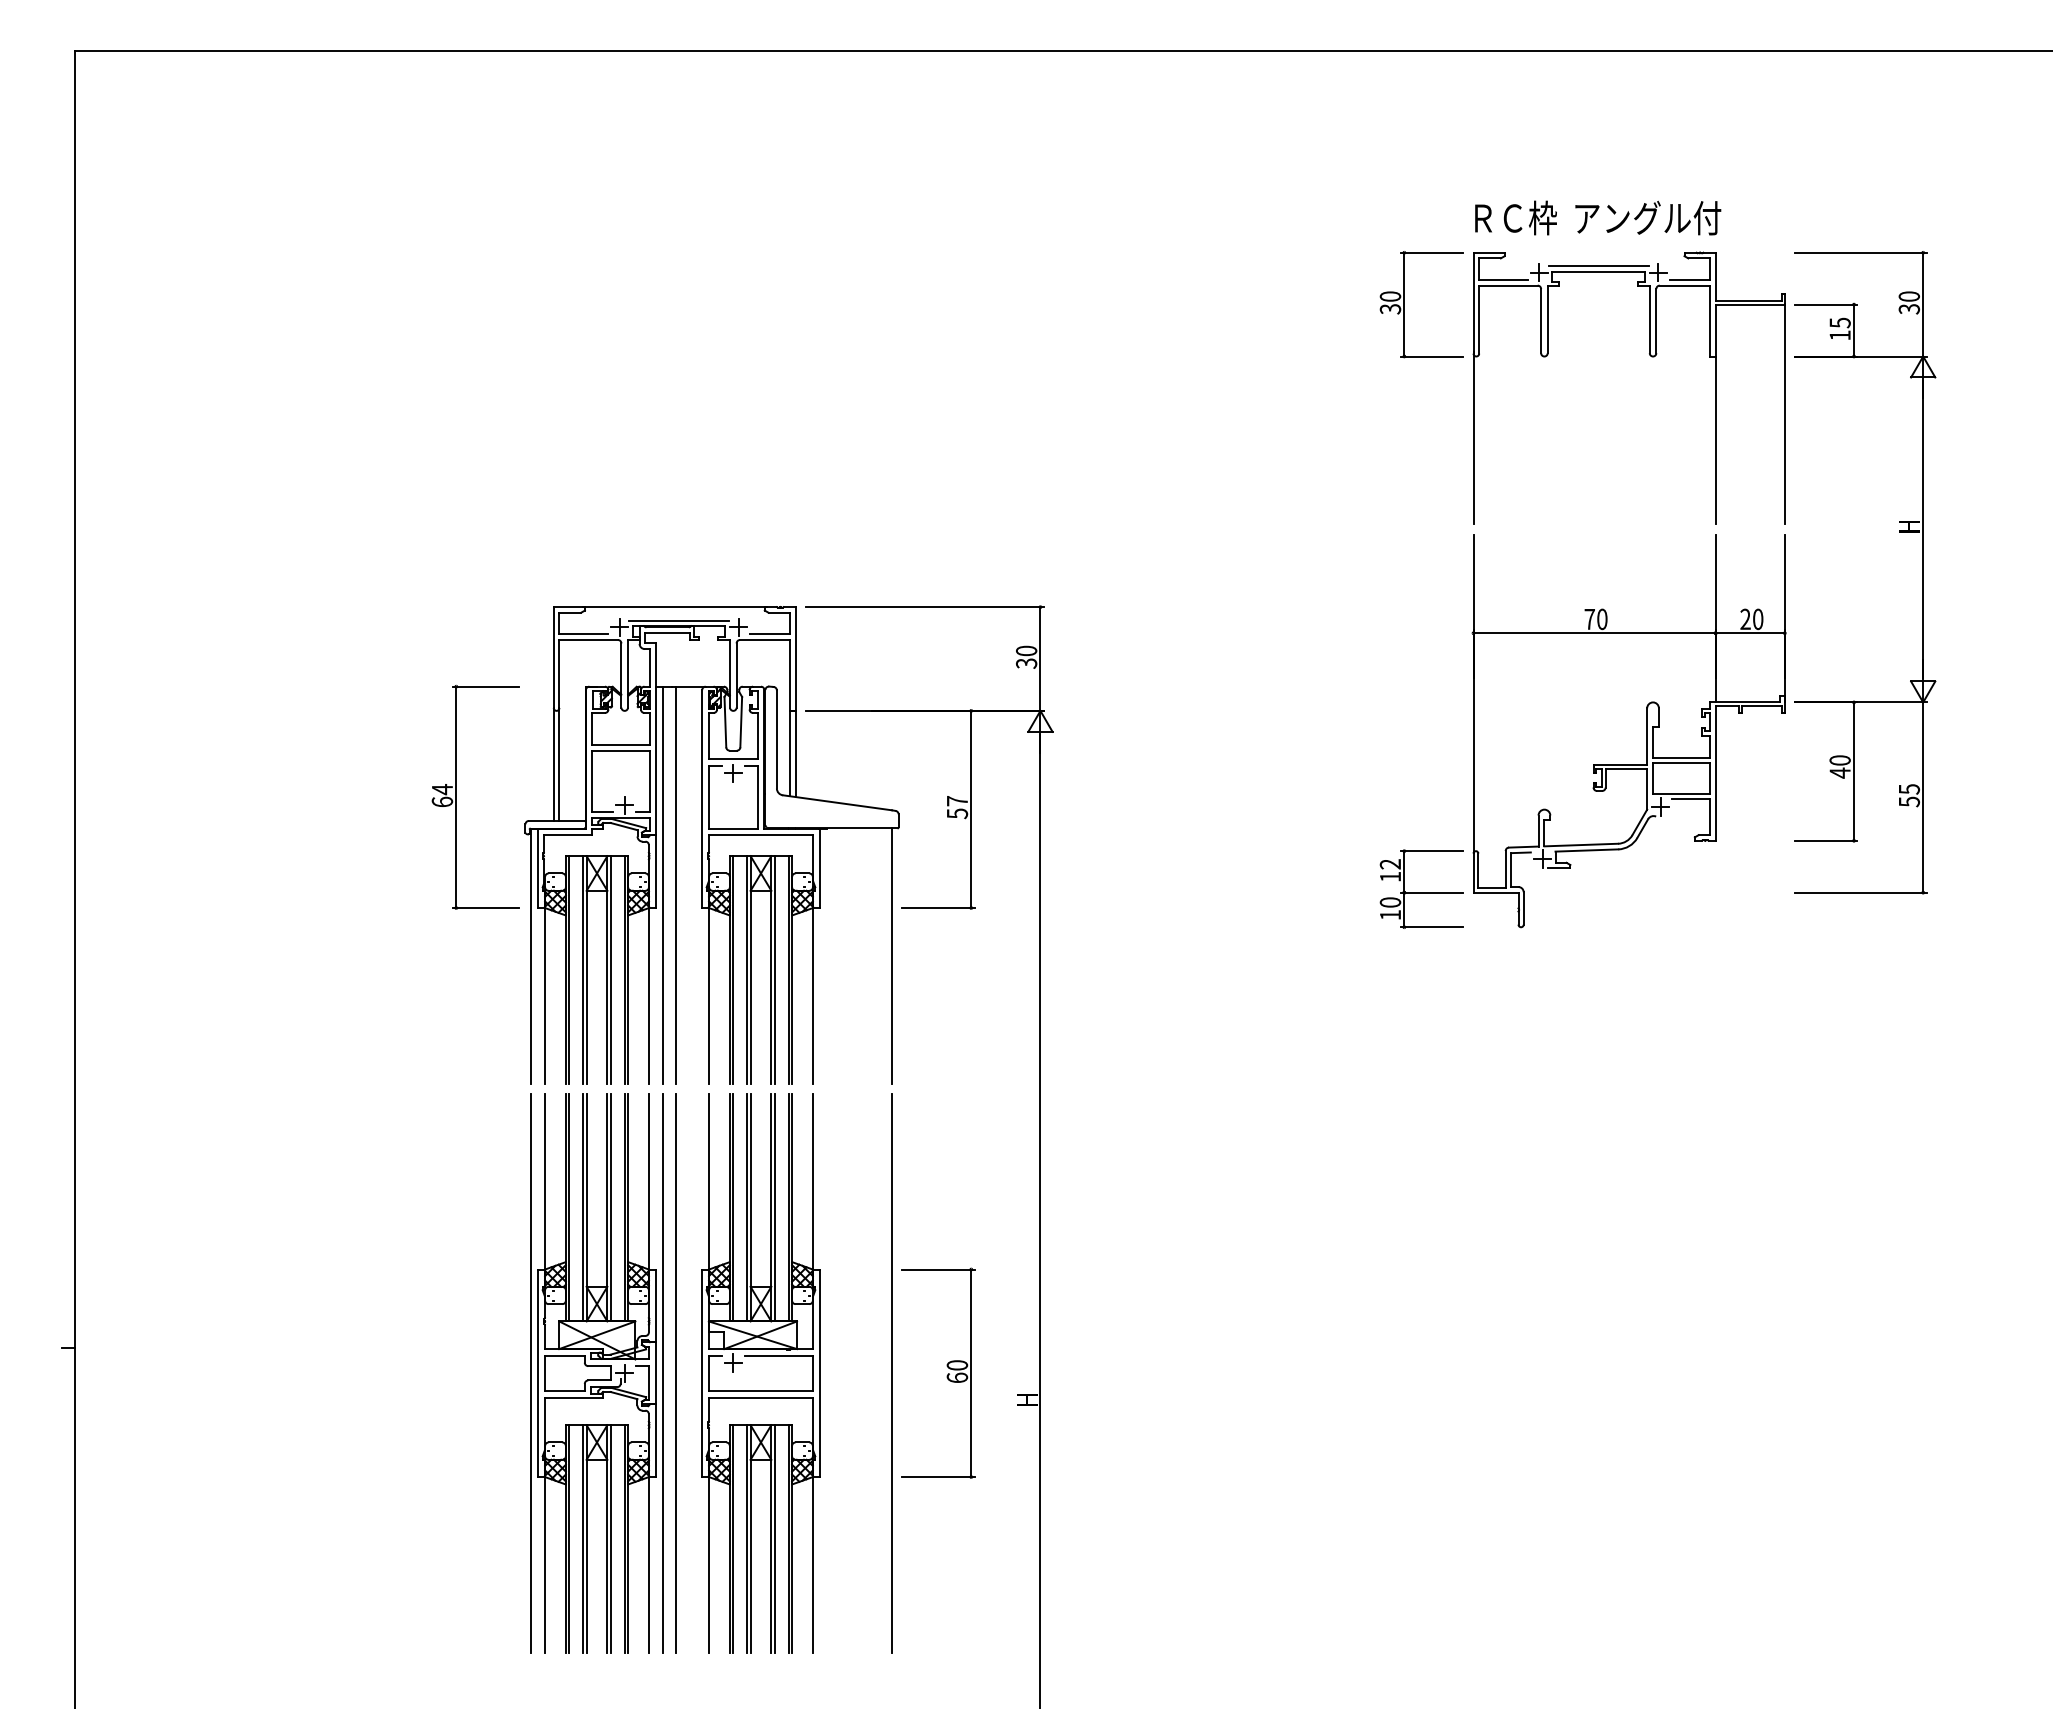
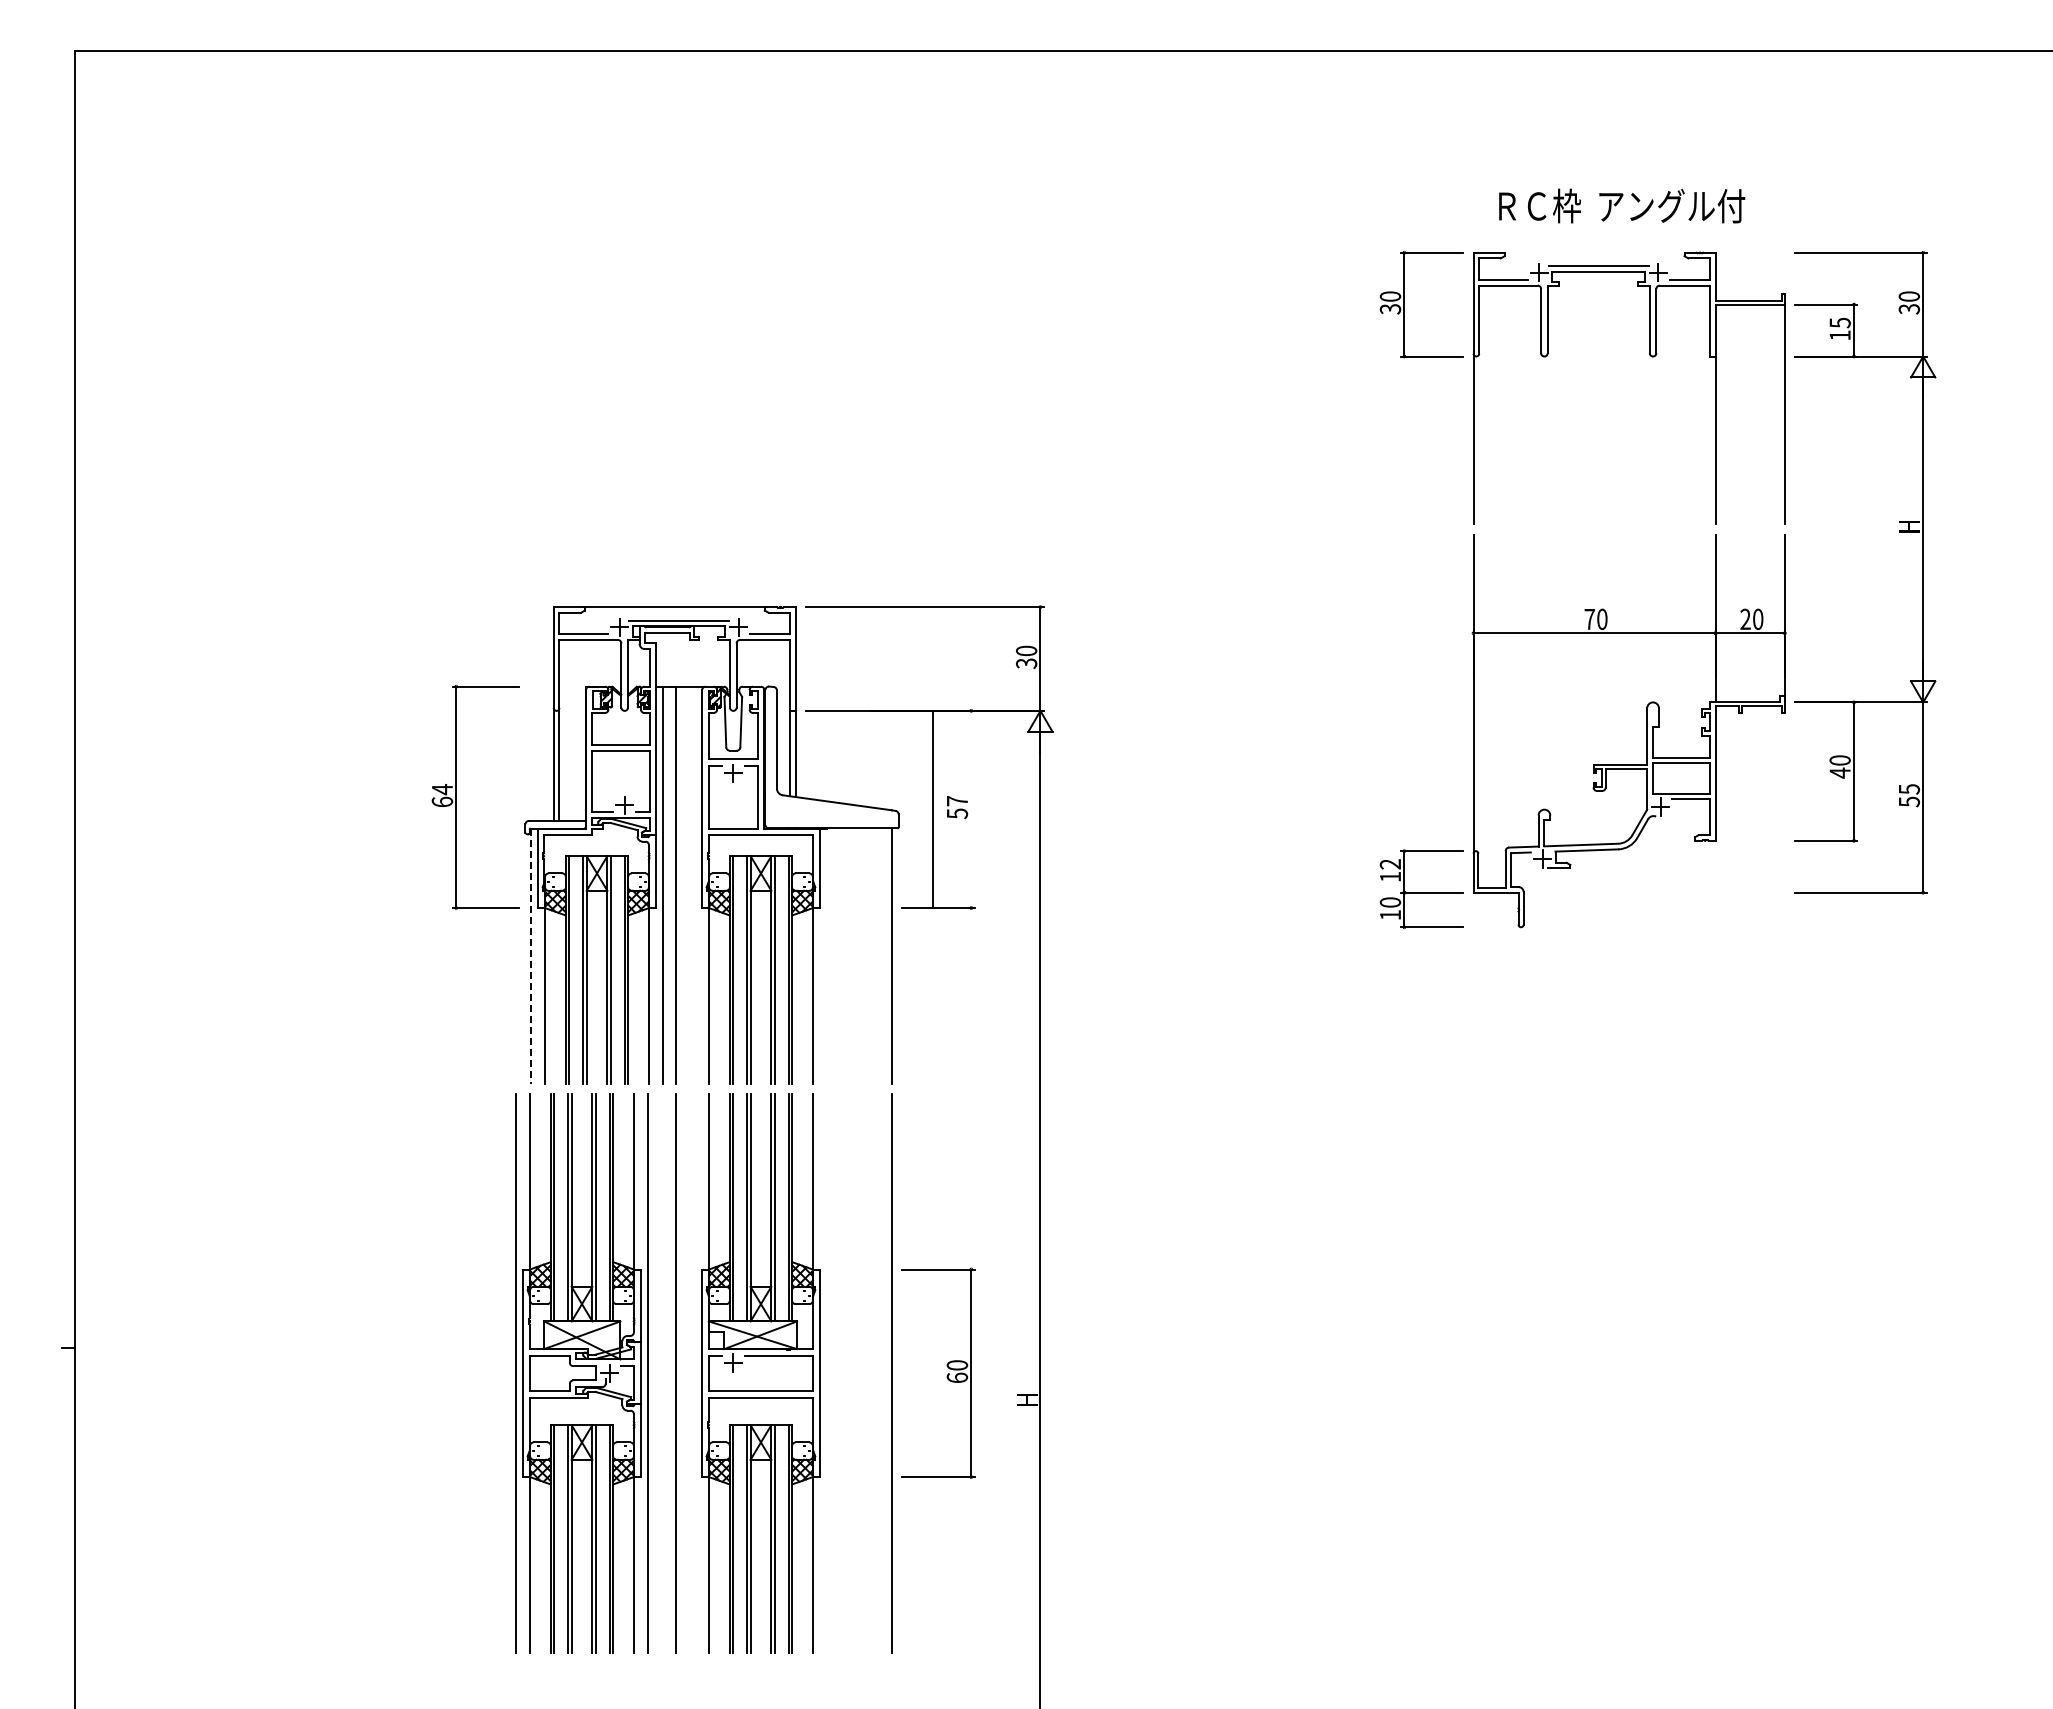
text at (1598, 217) position: (1598, 217) -> (1622, 205)
line at (971, 809) position: (971, 809) -> (933, 809)
line at (530, 956): solid -> dashed
part at (596, 1373) position: (596, 1373) -> (581, 1373)
